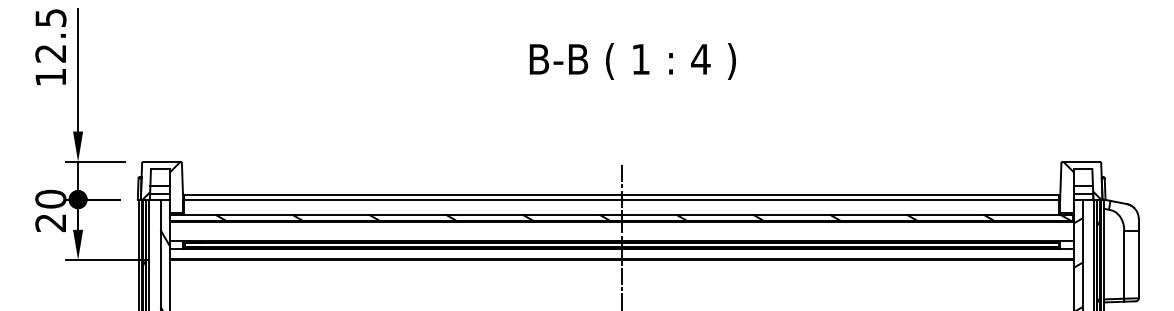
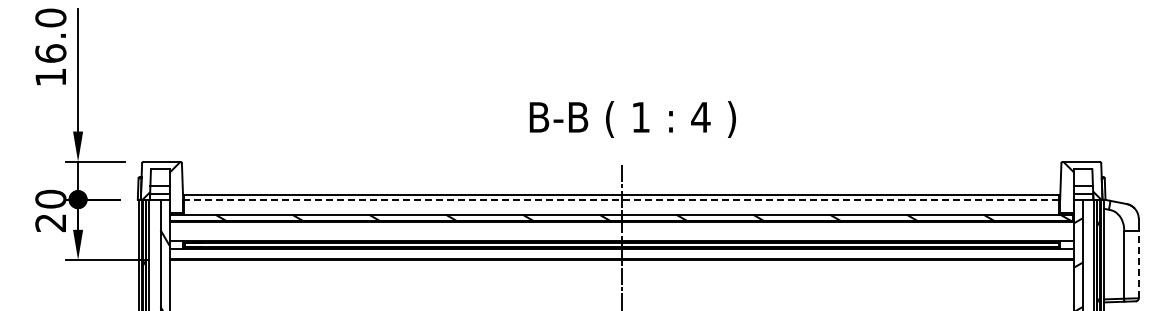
text at (50, 35): 12.5 -> 16.0
text at (632, 61) position: (632, 61) -> (632, 119)
line at (621, 199): solid -> dashed
line at (1138, 264): solid -> dashed
